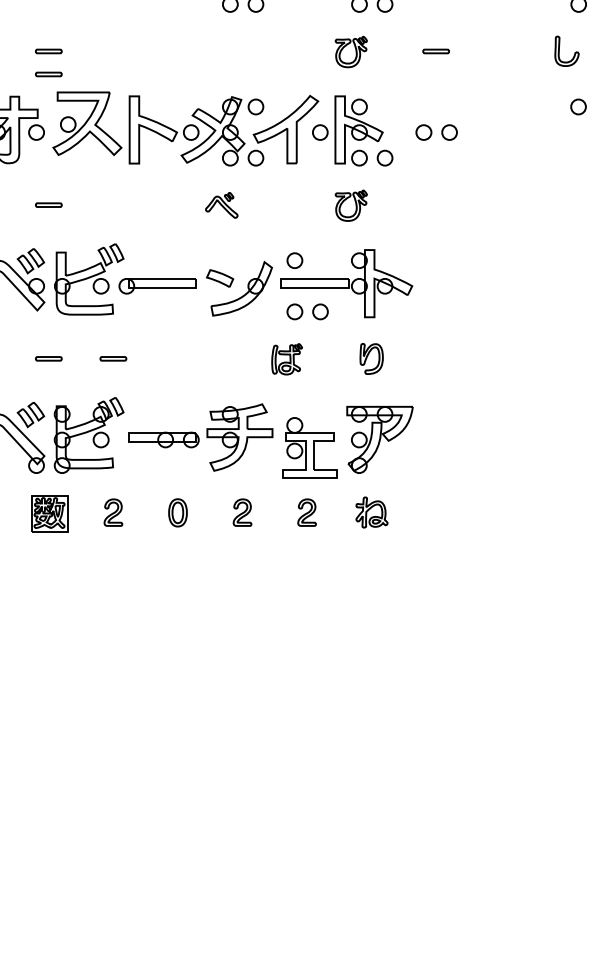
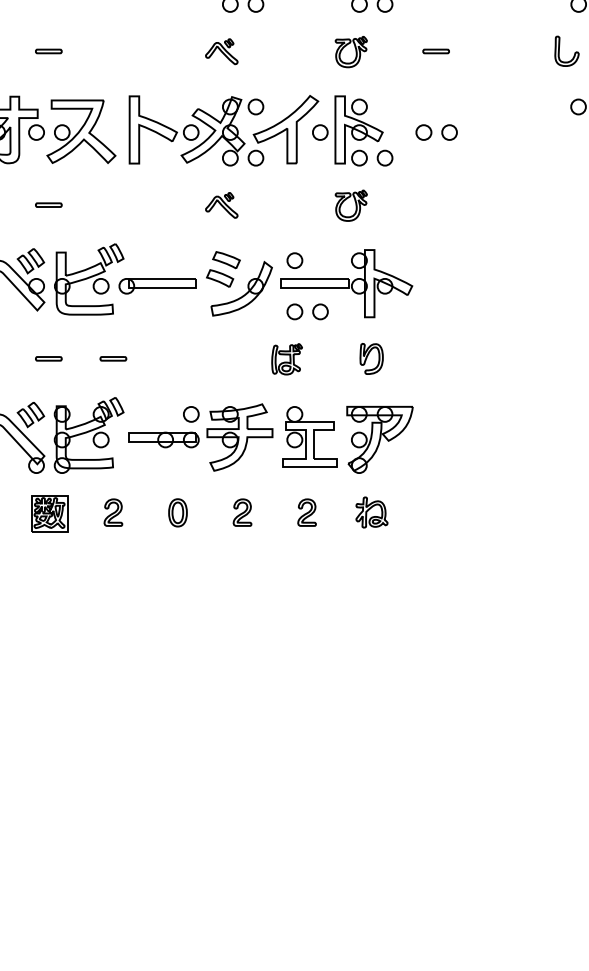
part at (221, 51): none -> present
part at (48, 74): present -> none
part at (87, 123) position: (87, 123) -> (81, 131)
part at (226, 260): none -> present
part at (191, 414): none -> present
part at (309, 447) position: (309, 447) -> (309, 436)
